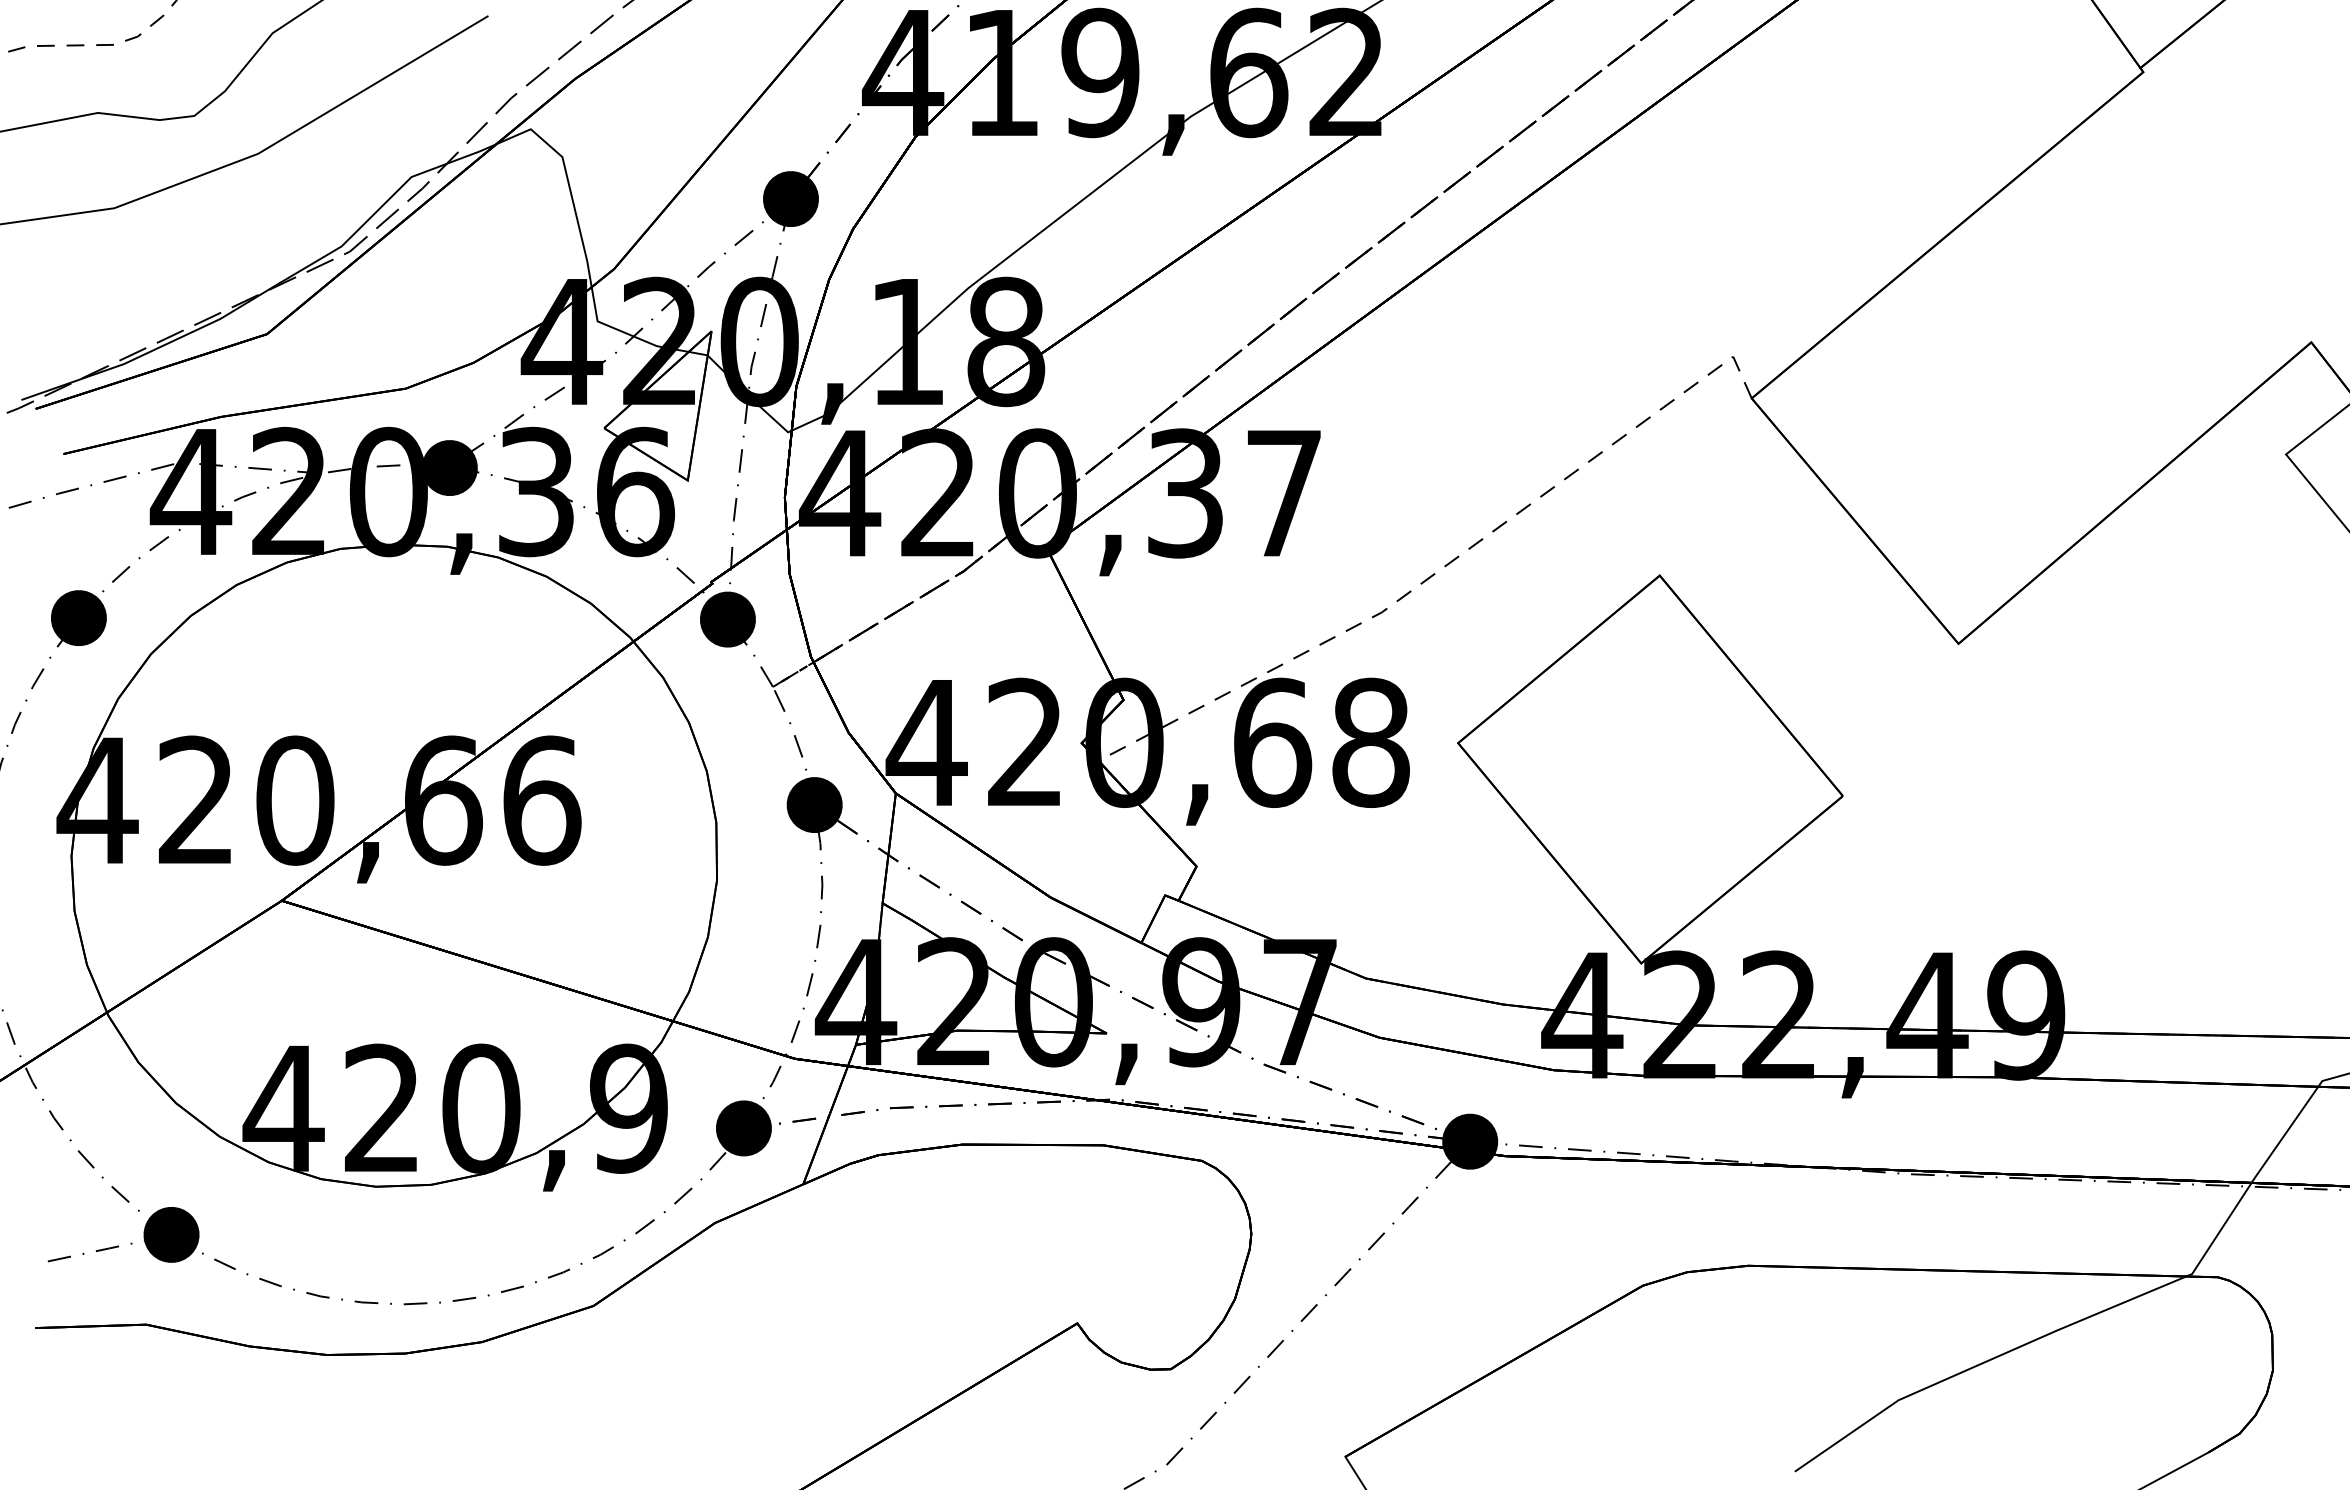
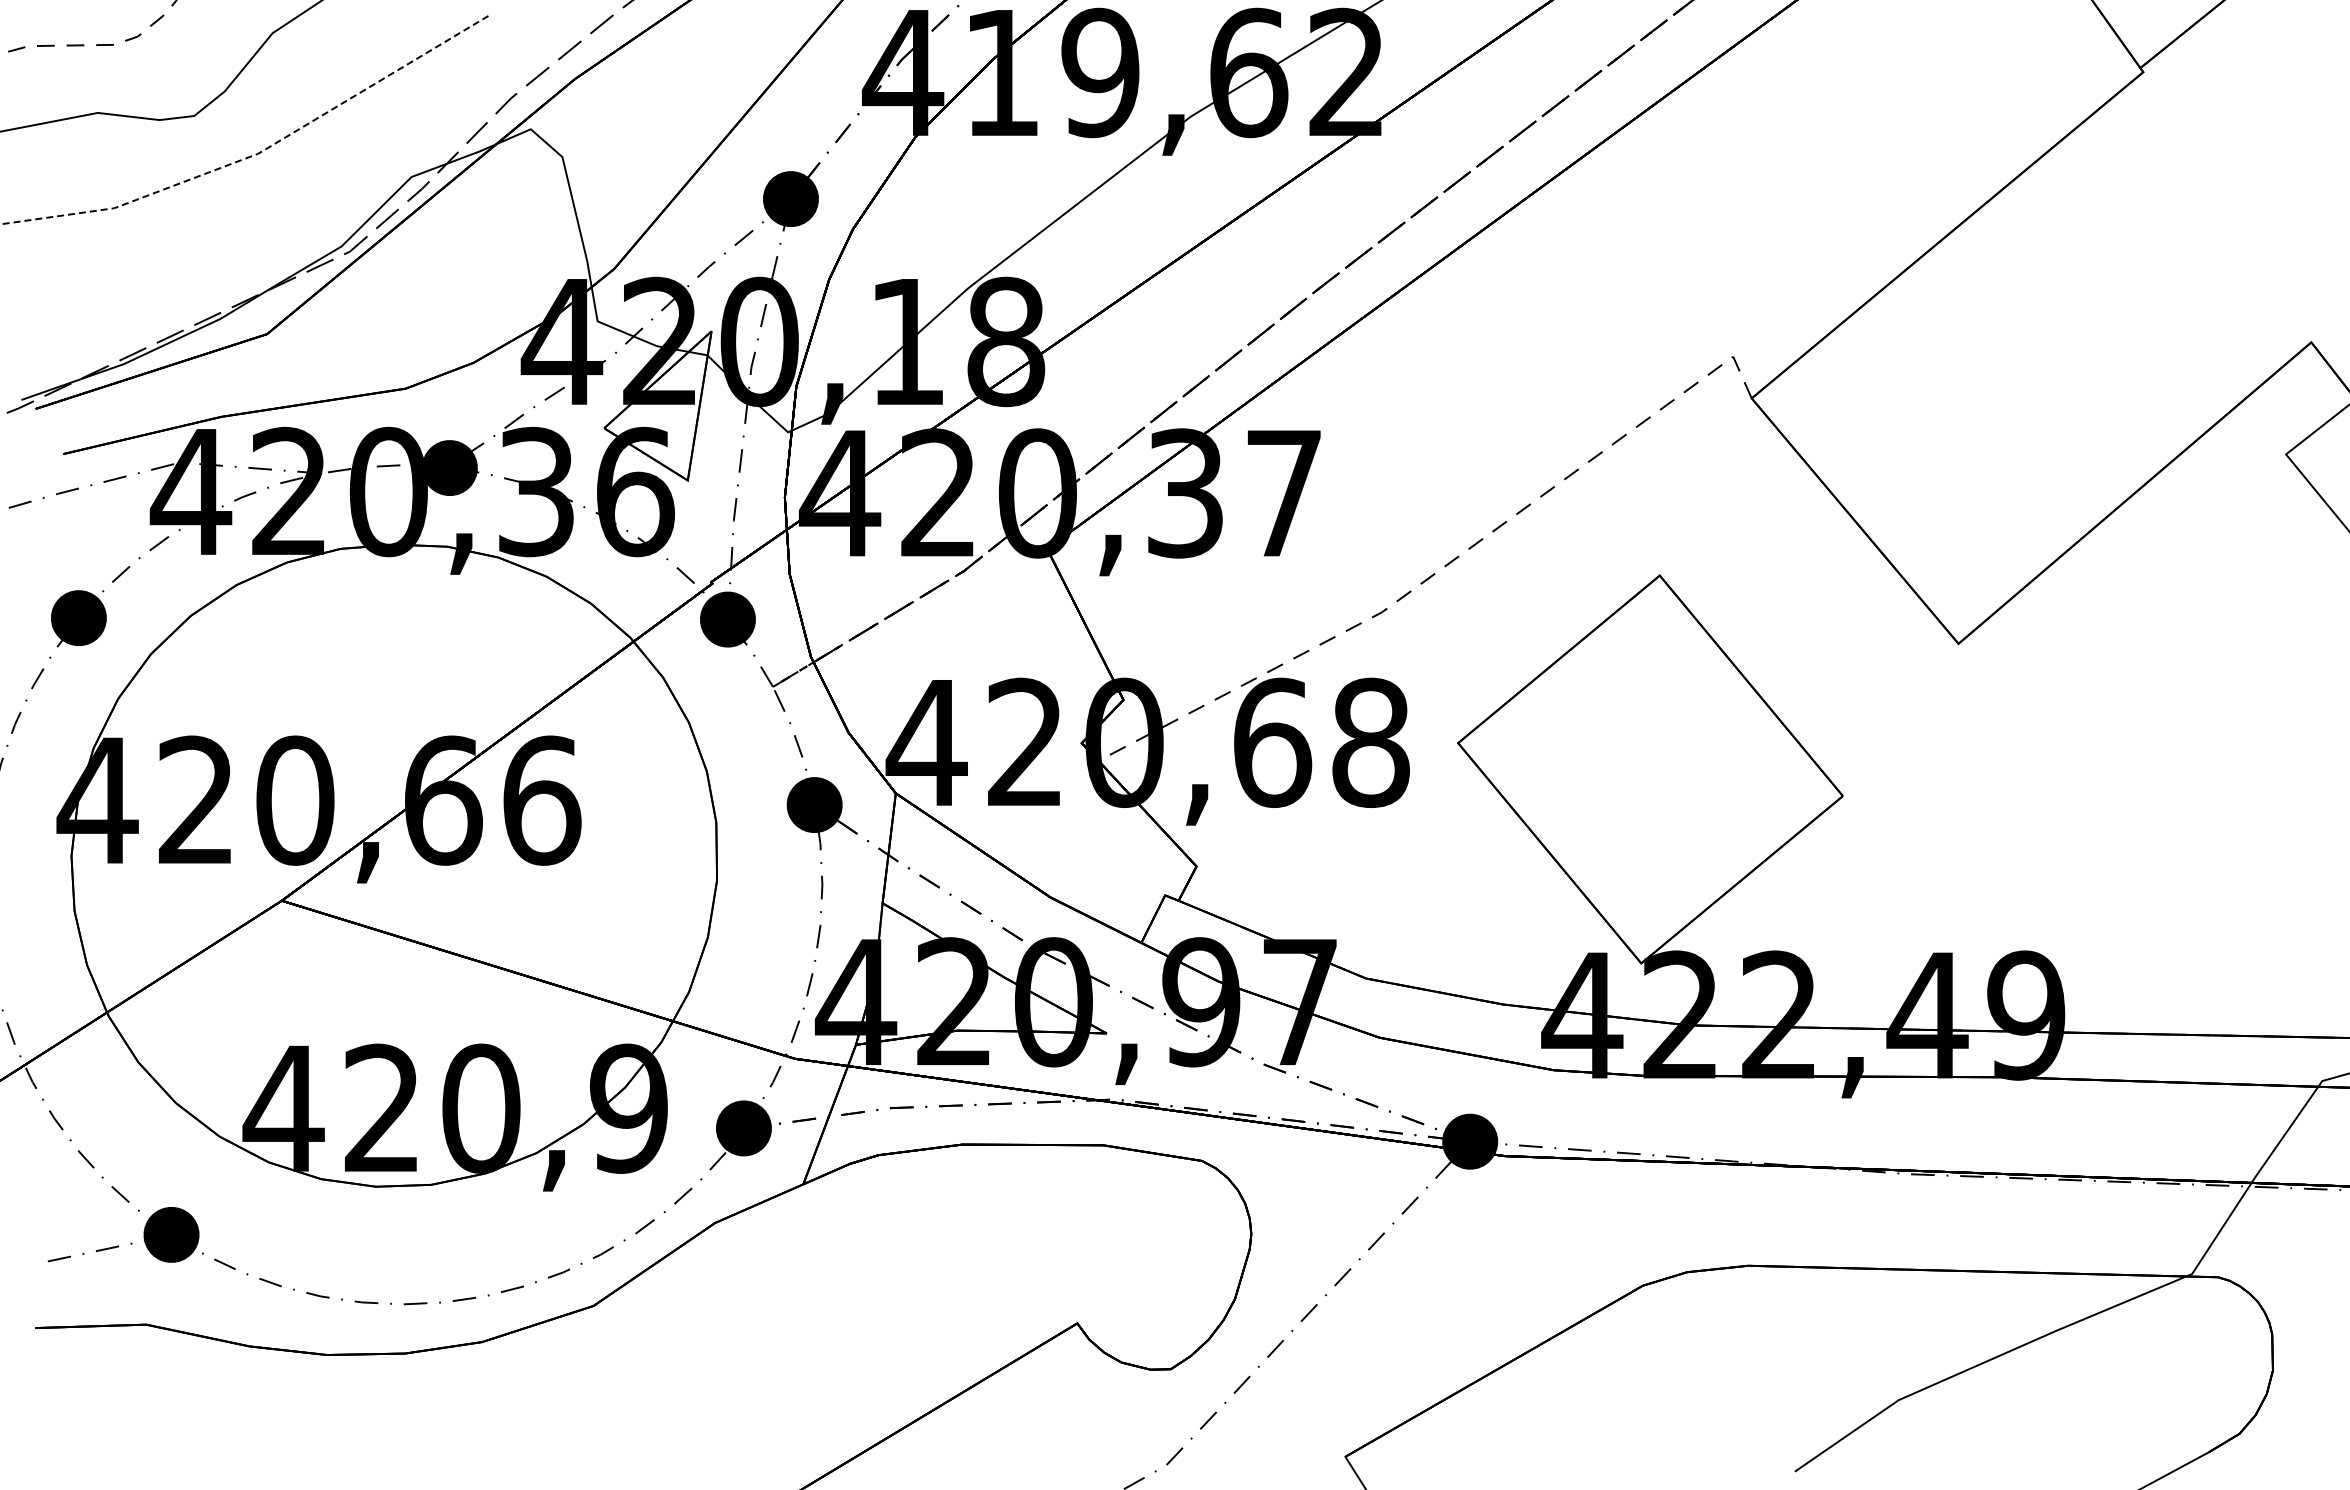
line at (258, 153): solid -> dashed
